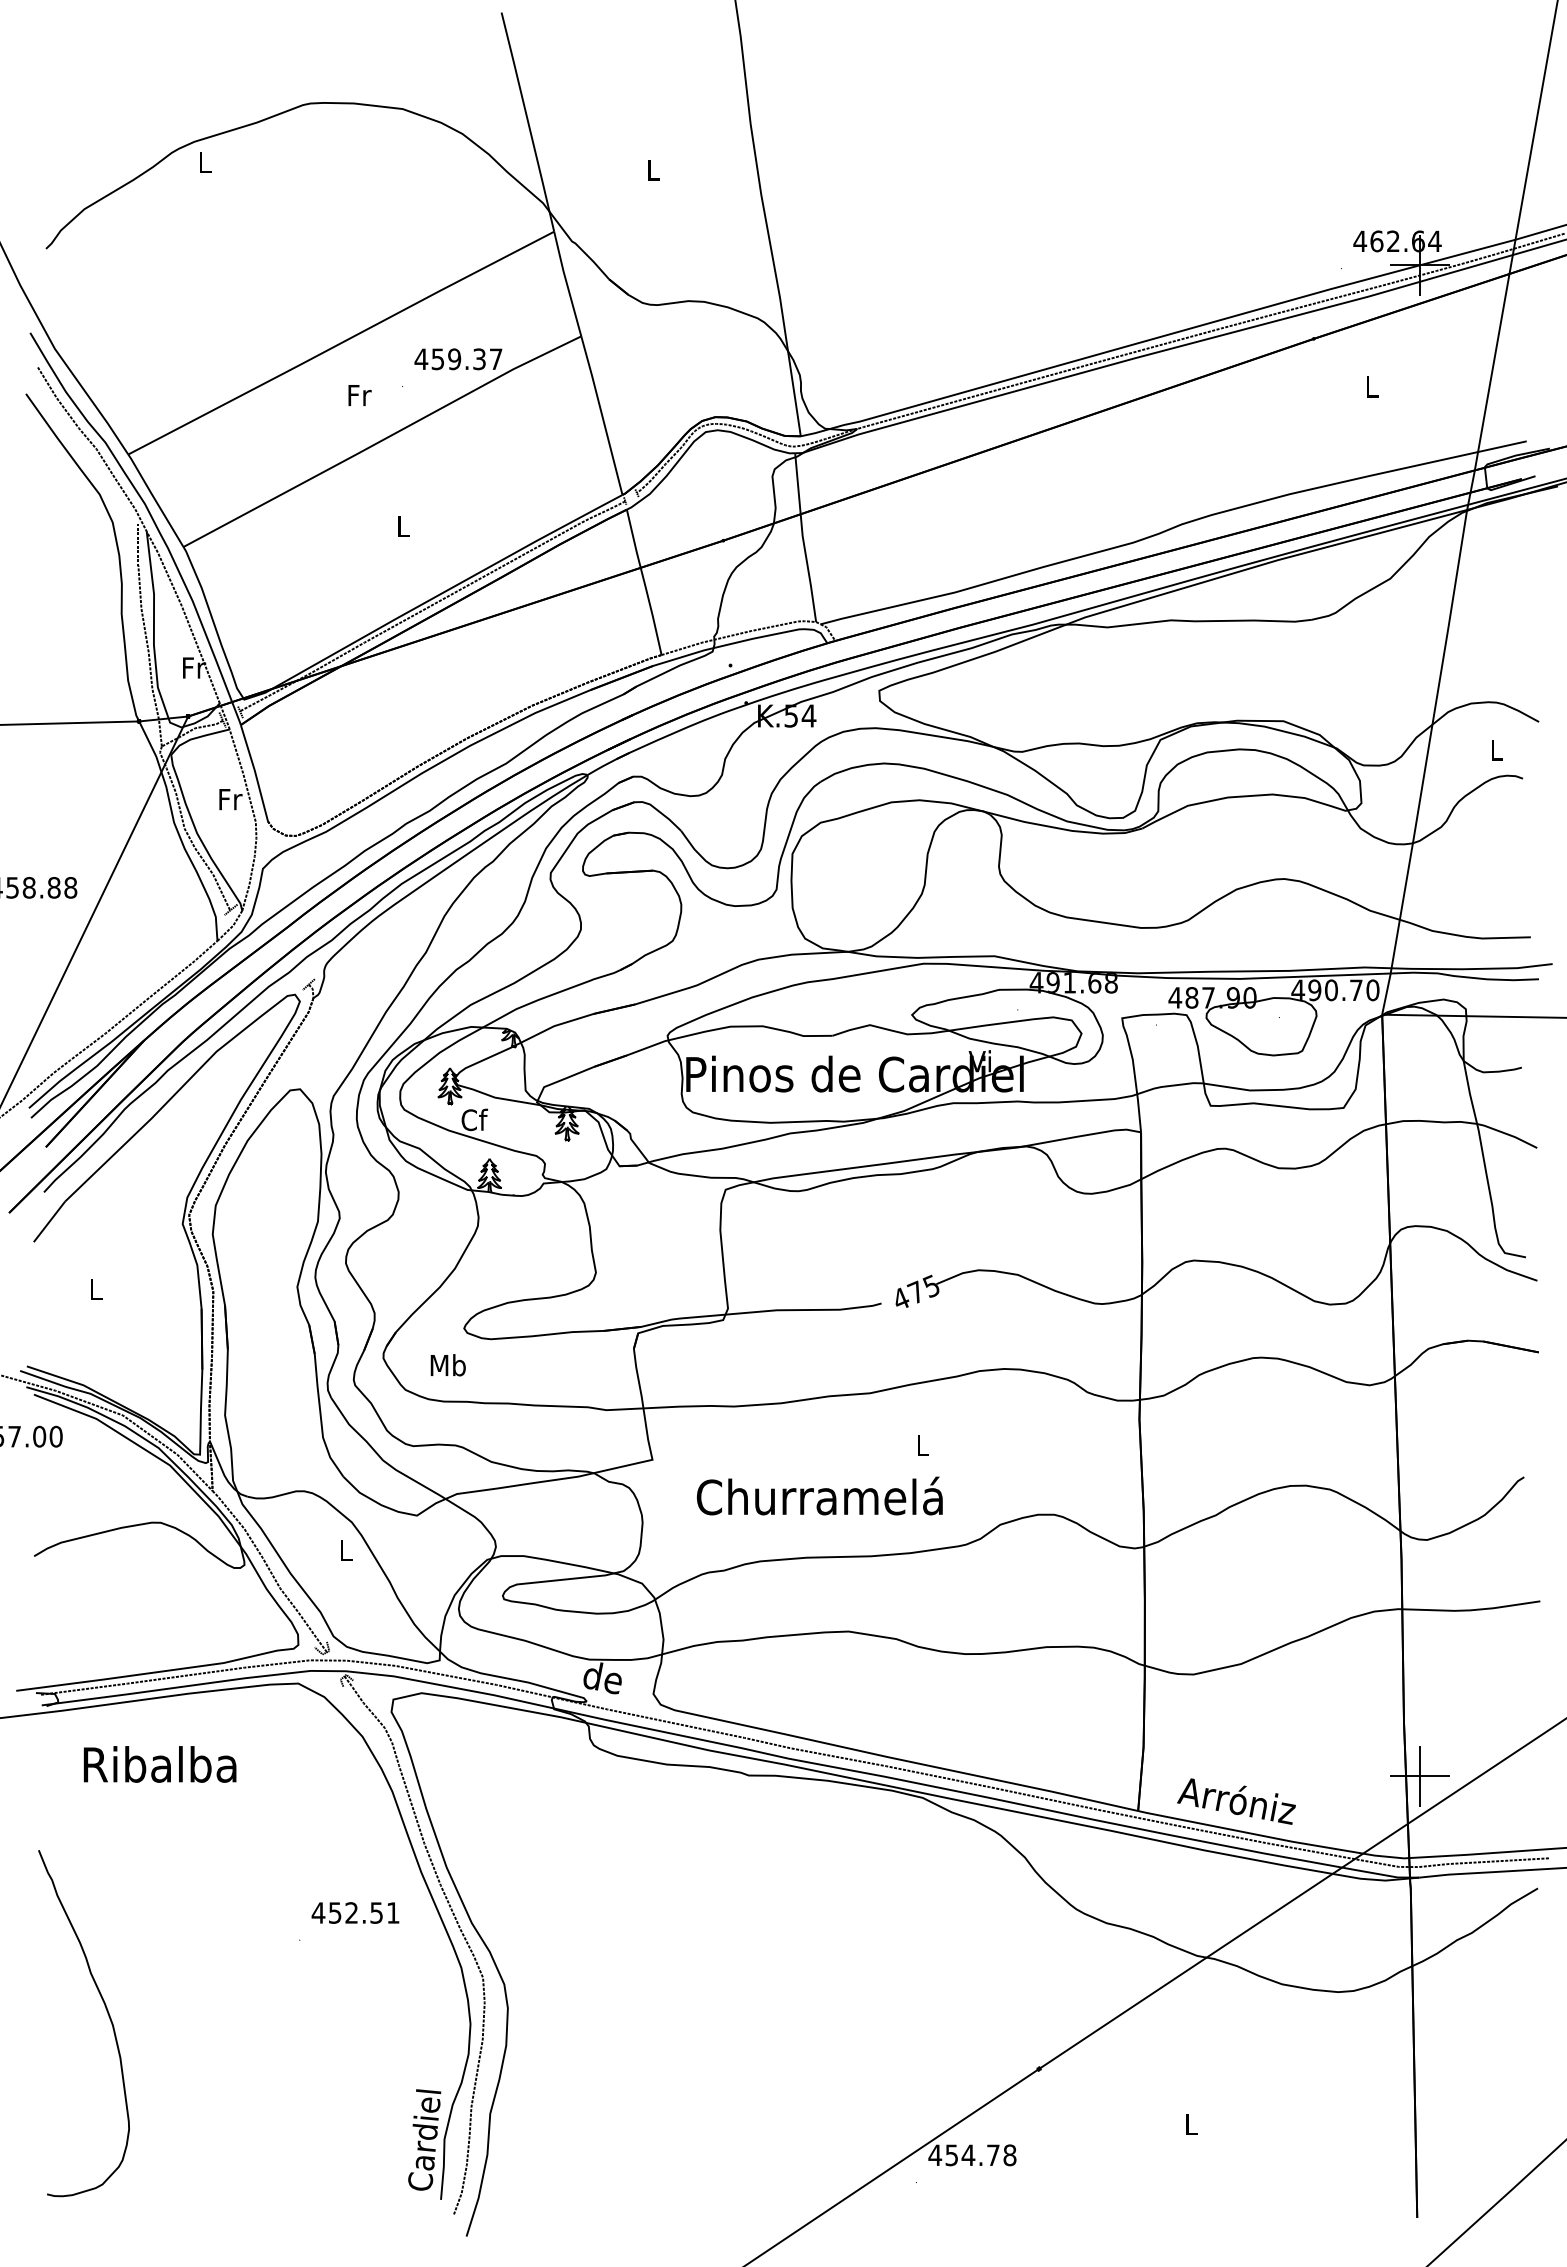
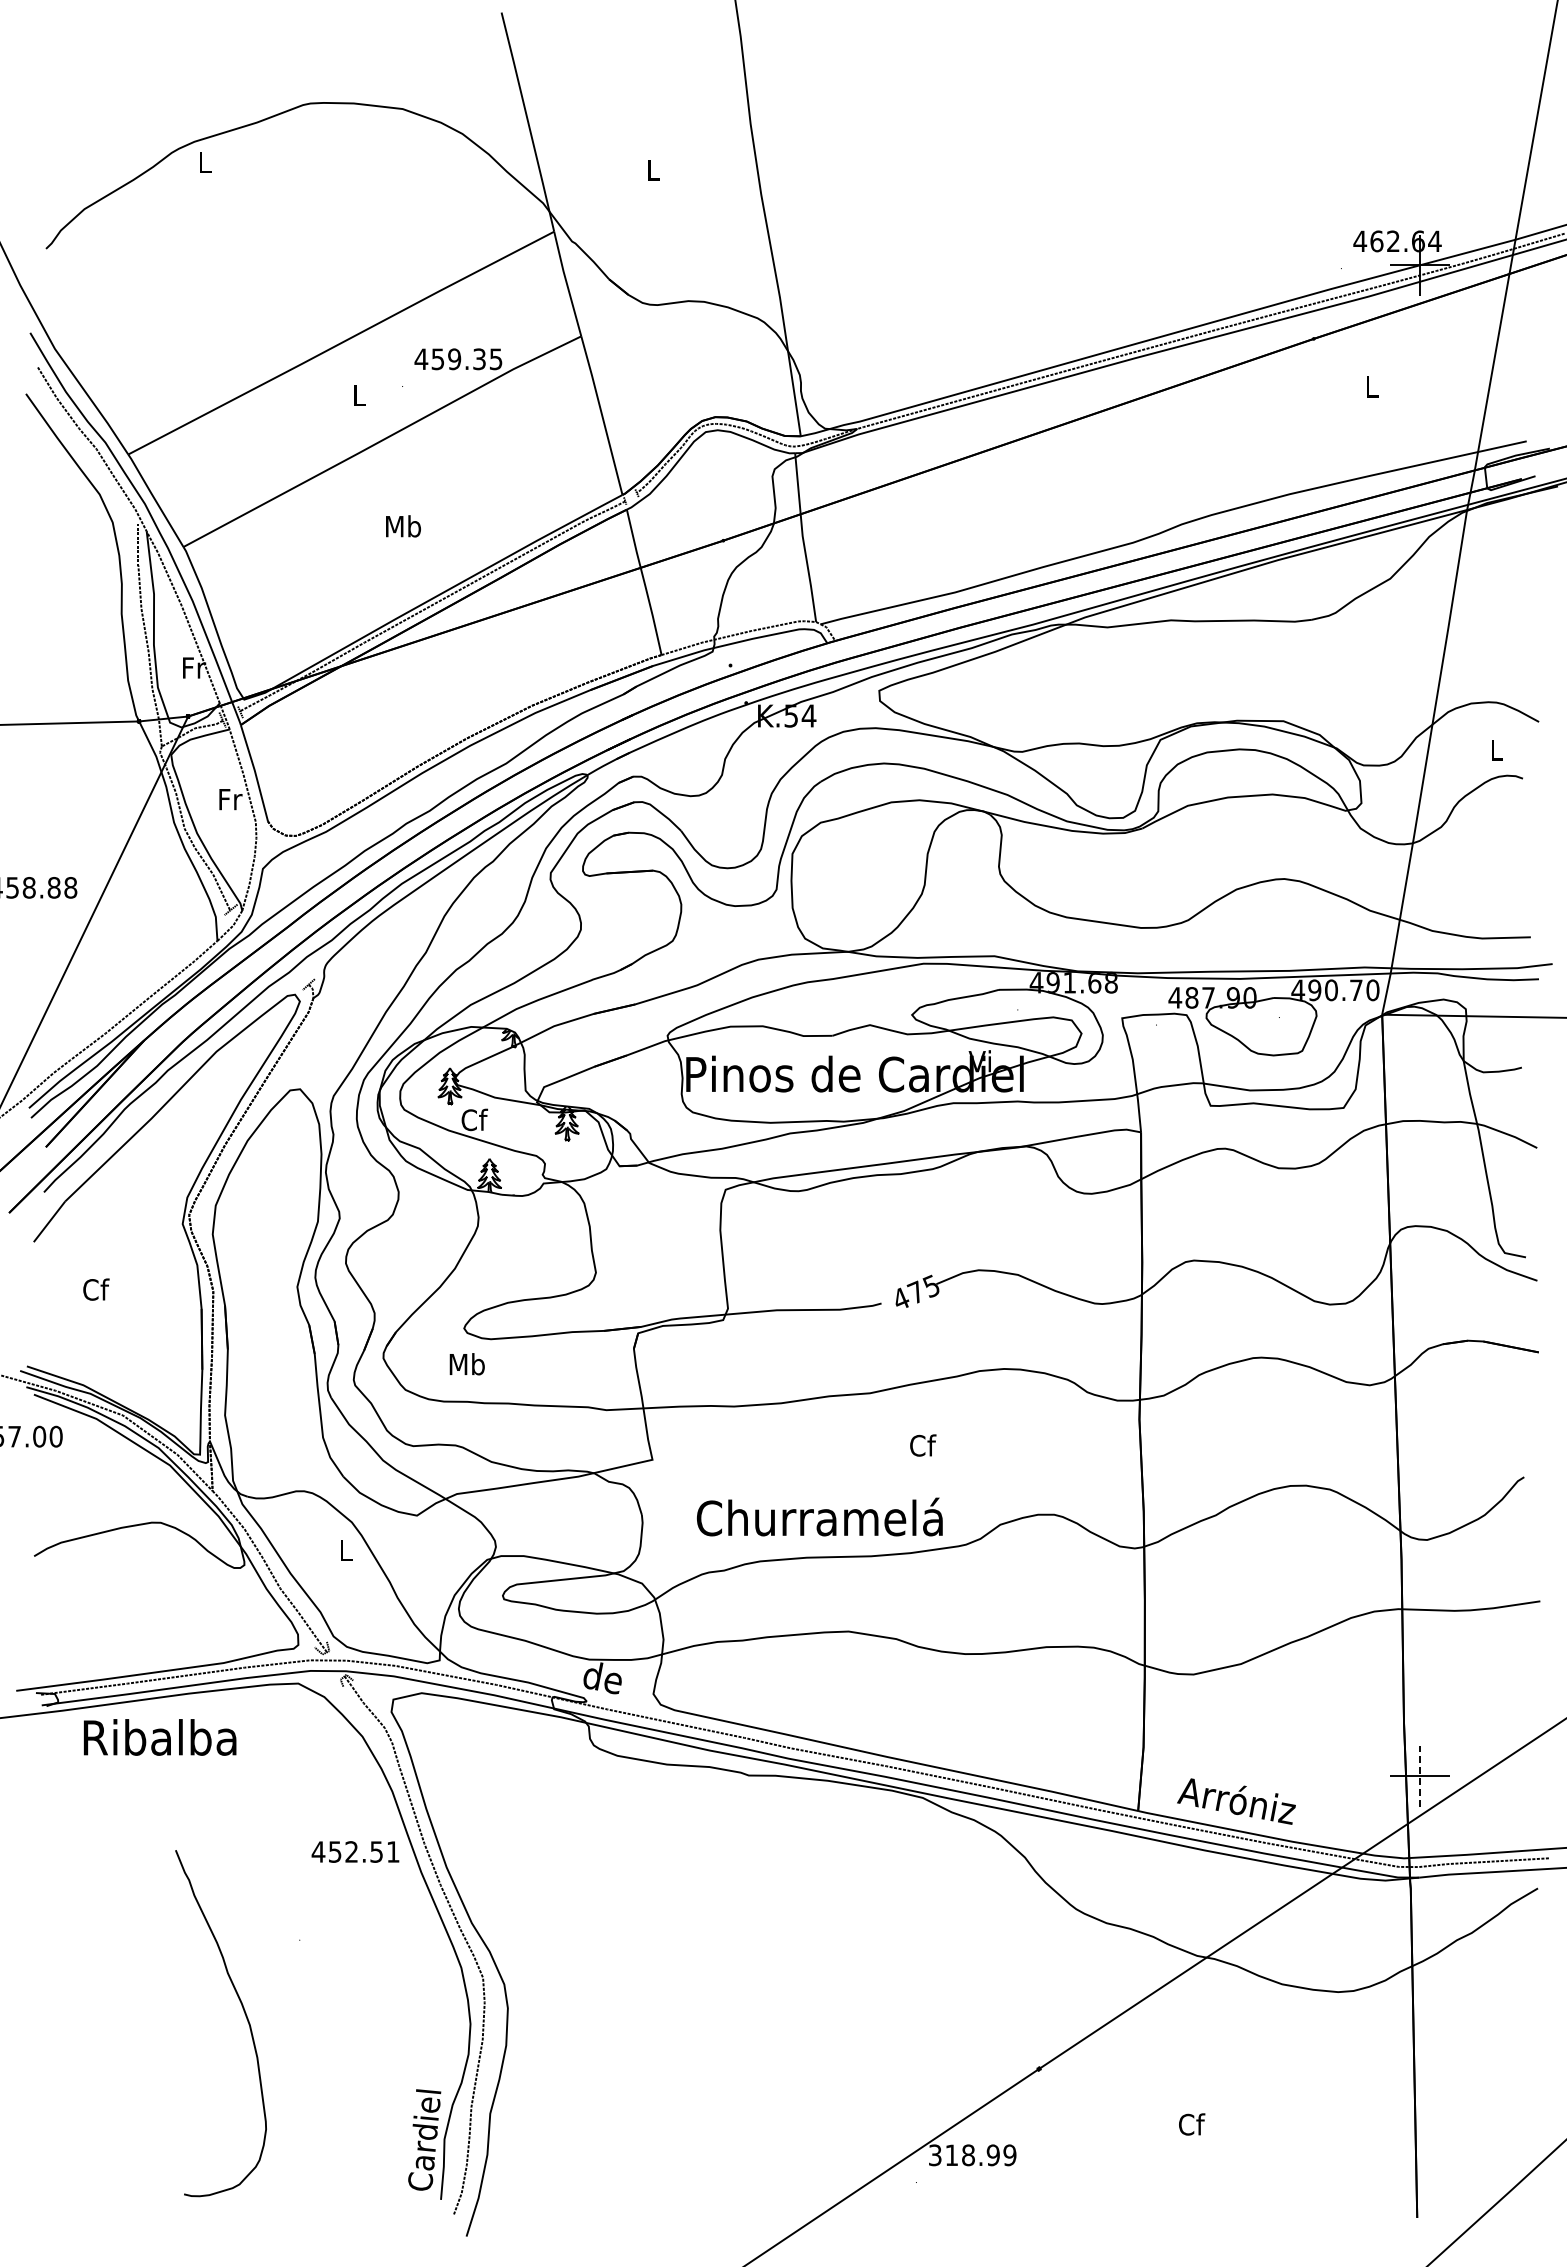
text at (495, 359): 459.37 -> 459.35
text at (359, 395): Fr -> L
text at (403, 526): L -> Mb
text at (96, 1289): L -> Cf
text at (447, 1365) position: (447, 1365) -> (466, 1364)
text at (923, 1445): L -> Cf
text at (819, 1495) position: (819, 1495) -> (819, 1516)
text at (160, 1764) position: (160, 1764) -> (160, 1737)
line at (1419, 1775): solid -> dashed
text at (355, 1912) position: (355, 1912) -> (355, 1851)
curve at (107, 2014) position: (107, 2014) -> (244, 2014)
text at (1192, 2124): L -> Cf
text at (972, 2155): 454.78 -> 318.99
